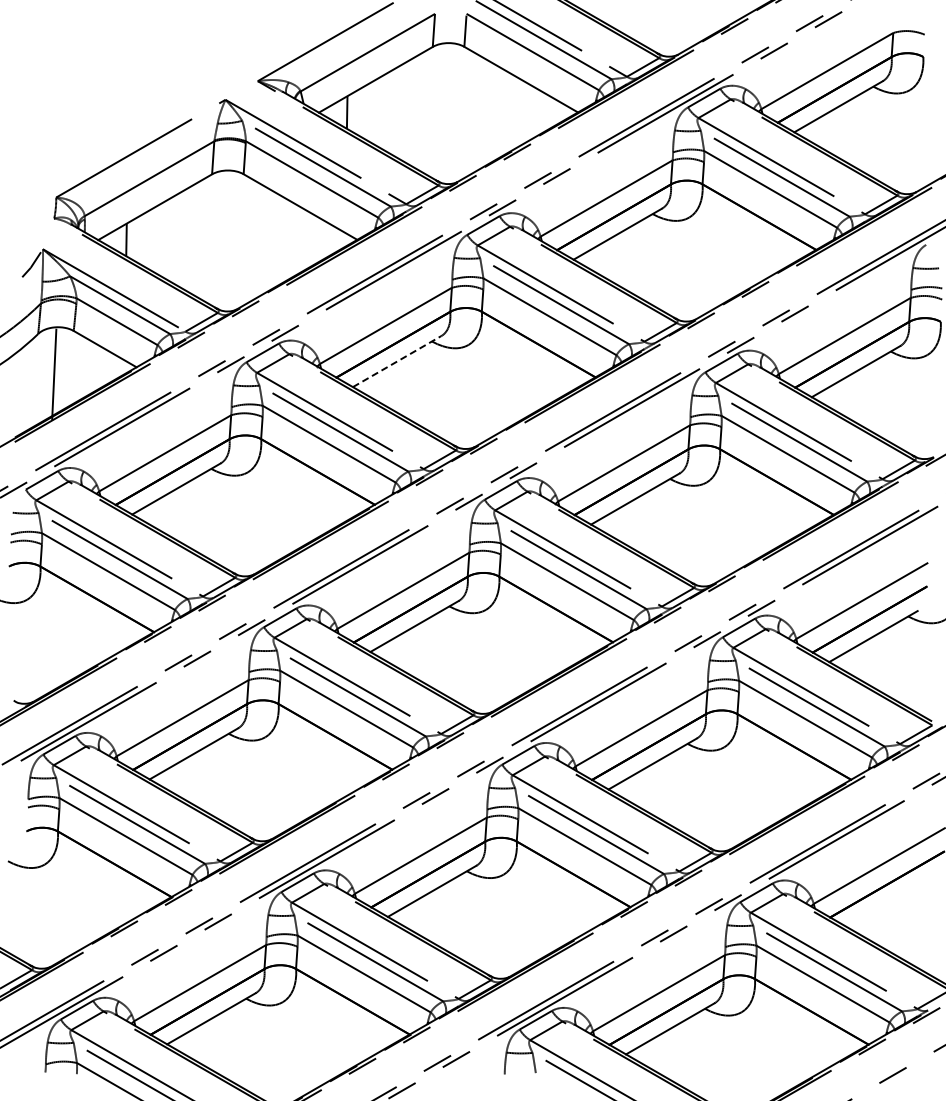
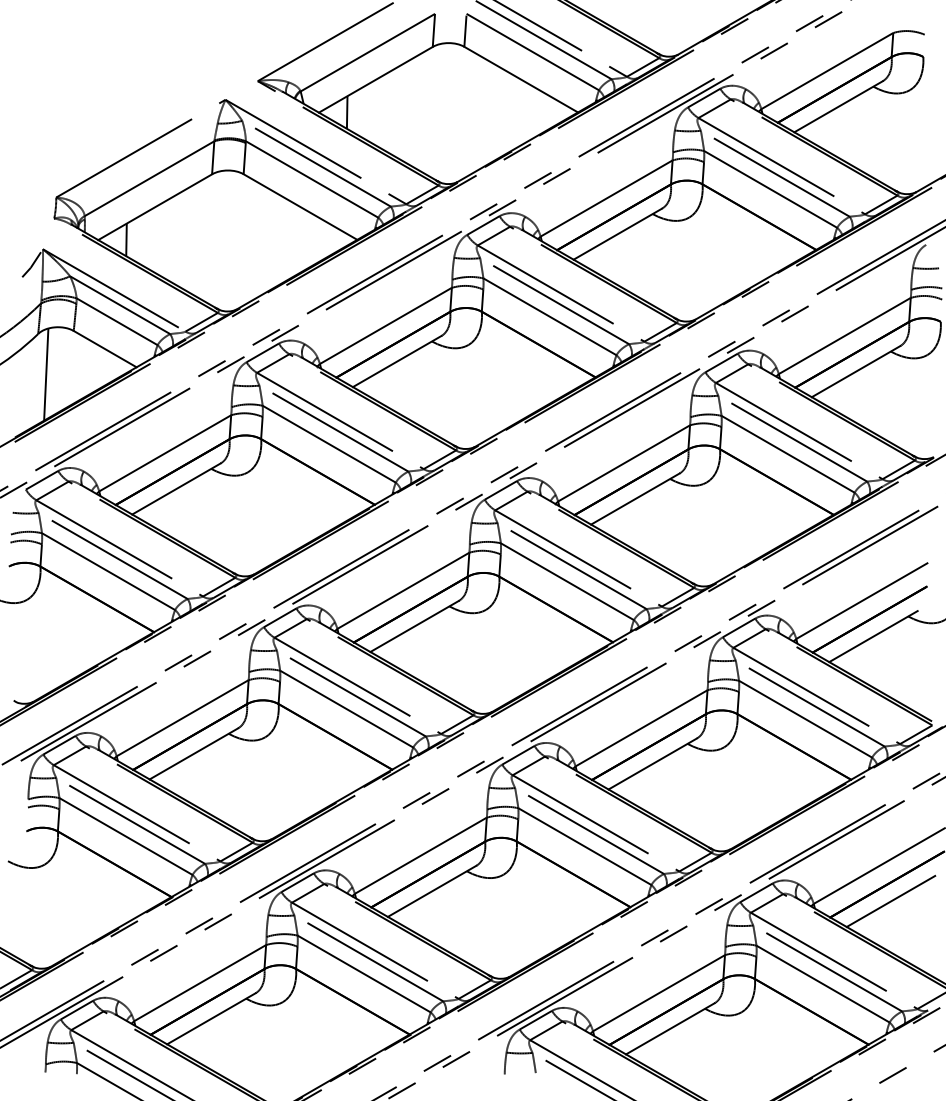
line at (397, 361): dashed -> solid
line at (54, 374) position: (54, 374) -> (46, 374)
line at (890, 901): none -> present
